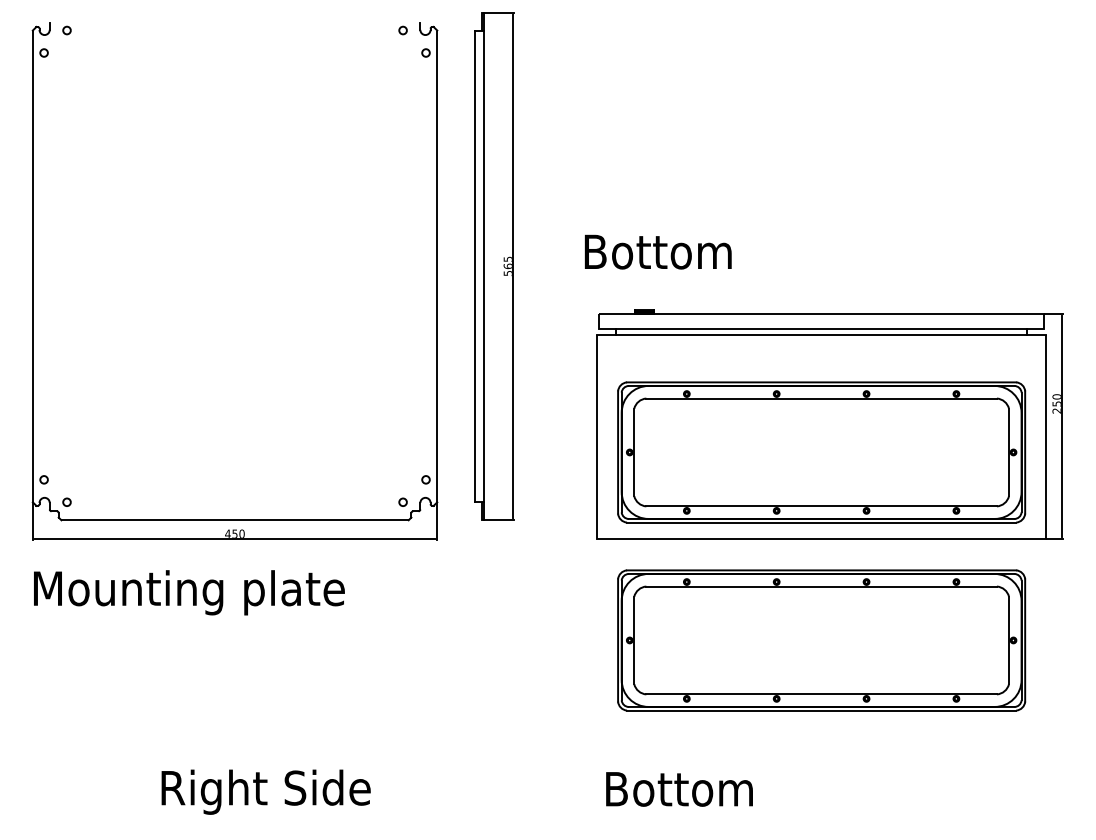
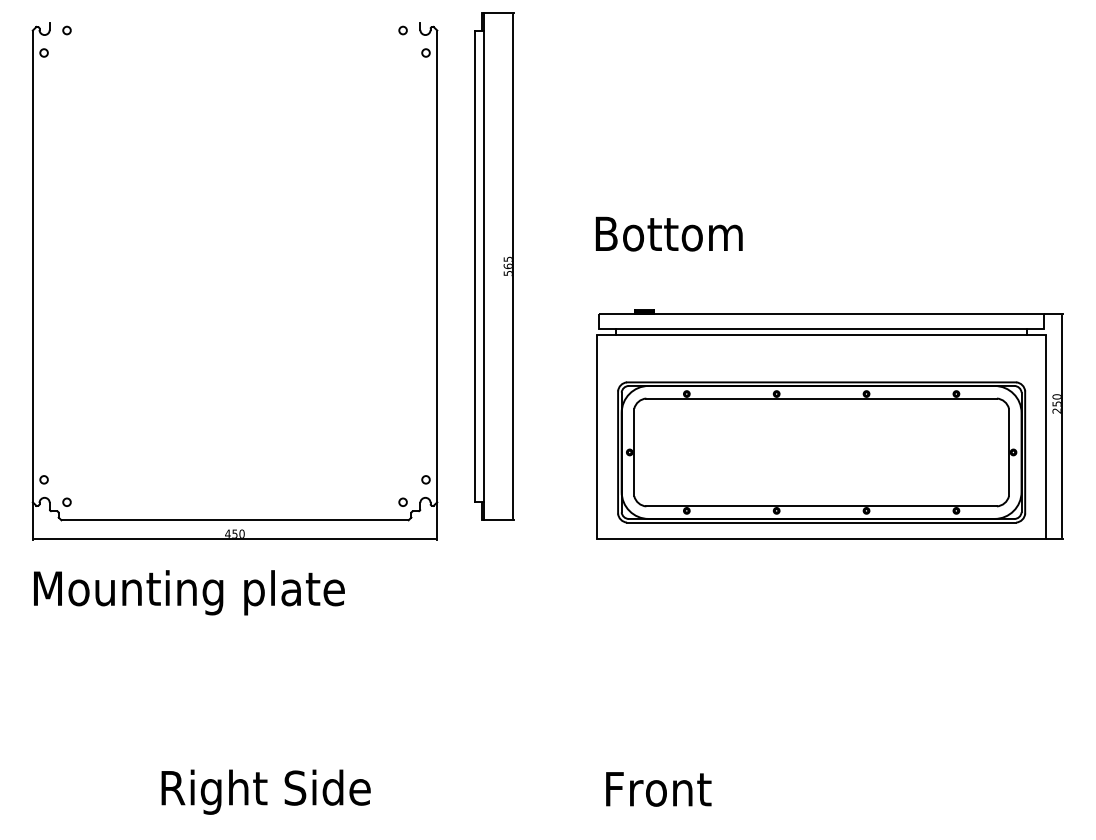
text at (658, 251) position: (658, 251) -> (669, 233)
part at (821, 640): present -> none
text at (681, 789): Bottom -> Front
